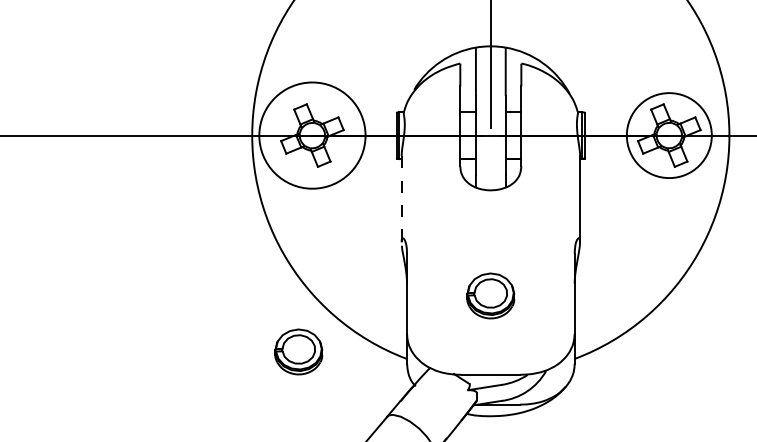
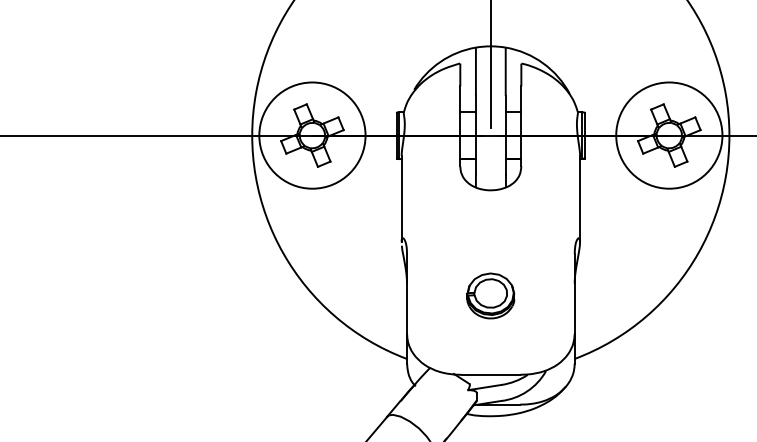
circle at (668, 135) diameter: 85 px -> 106 px
line at (401, 199): dashed -> solid
part at (298, 351): present -> none
